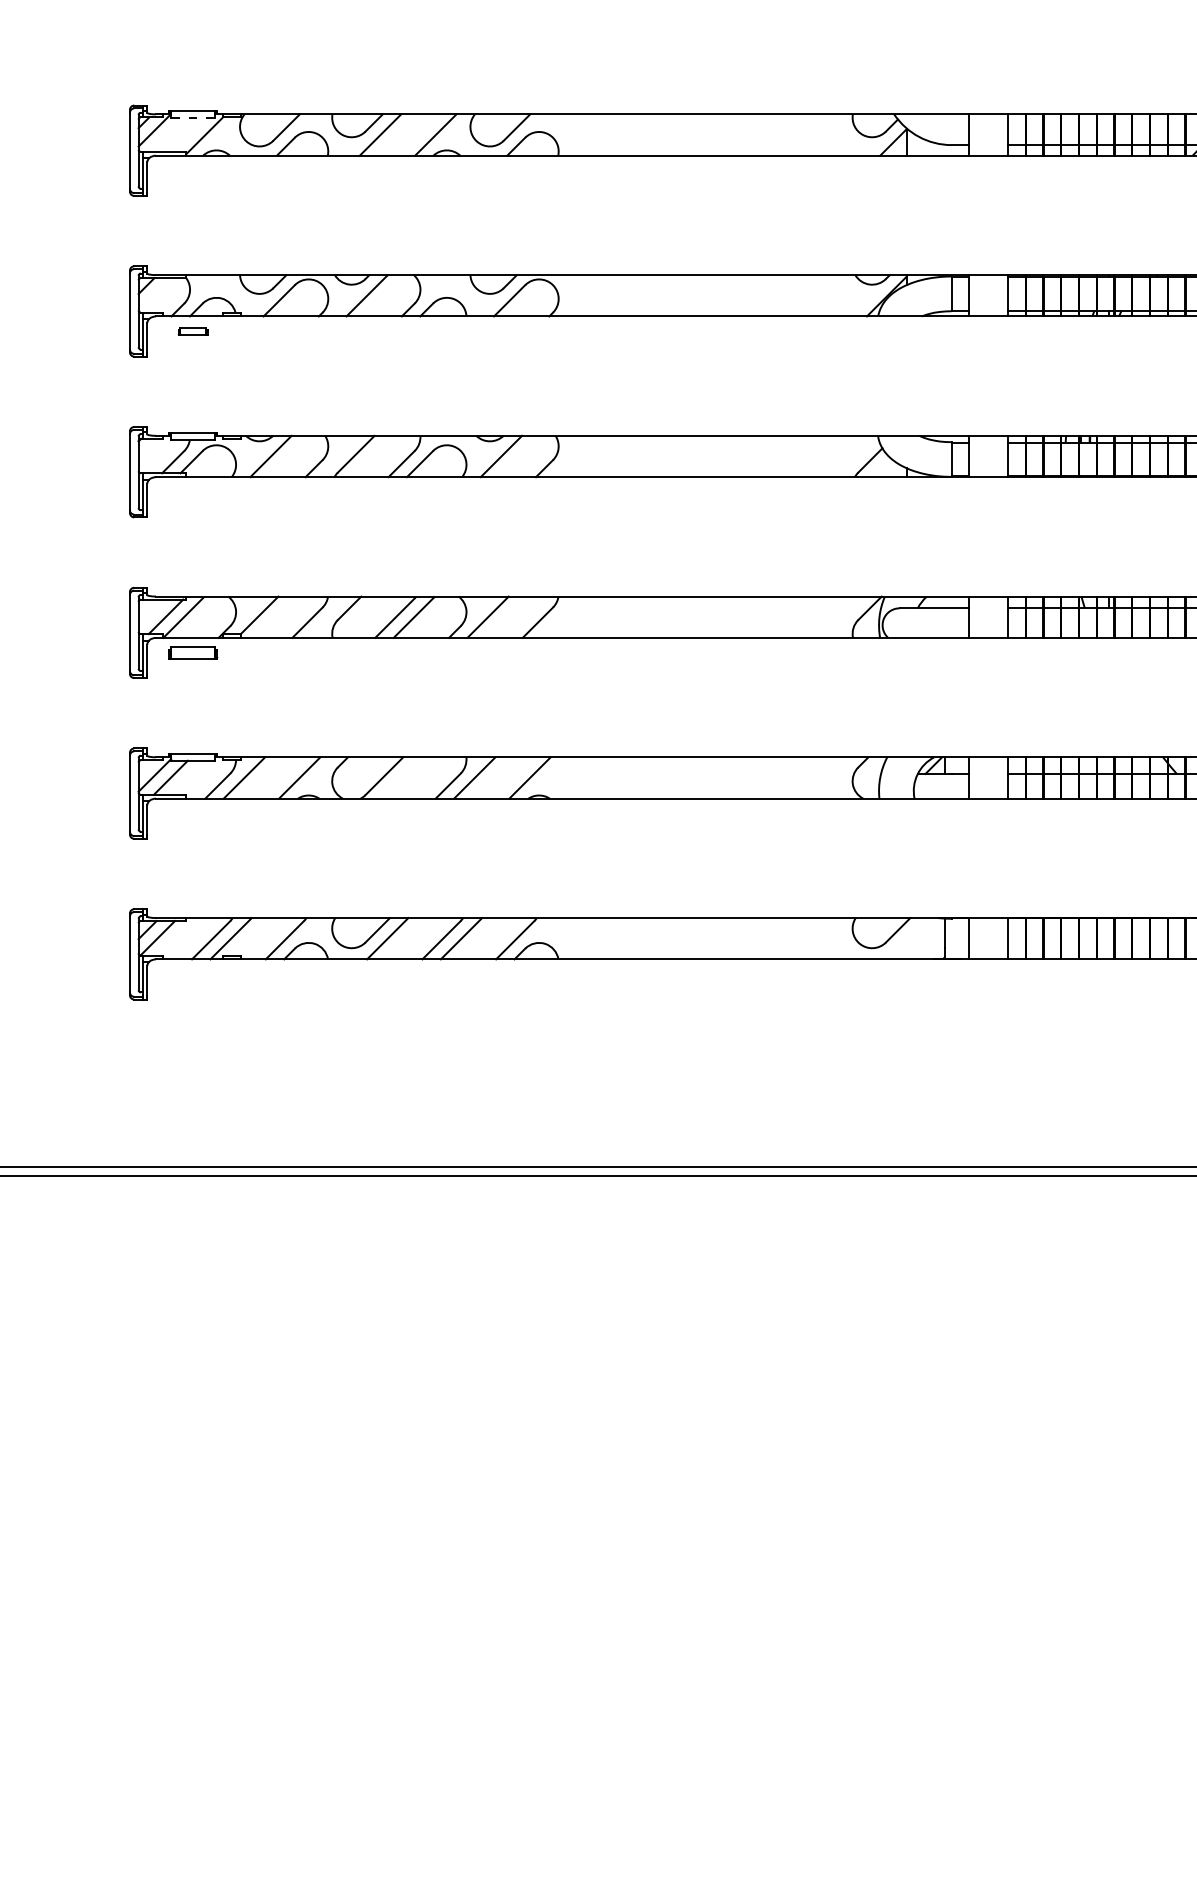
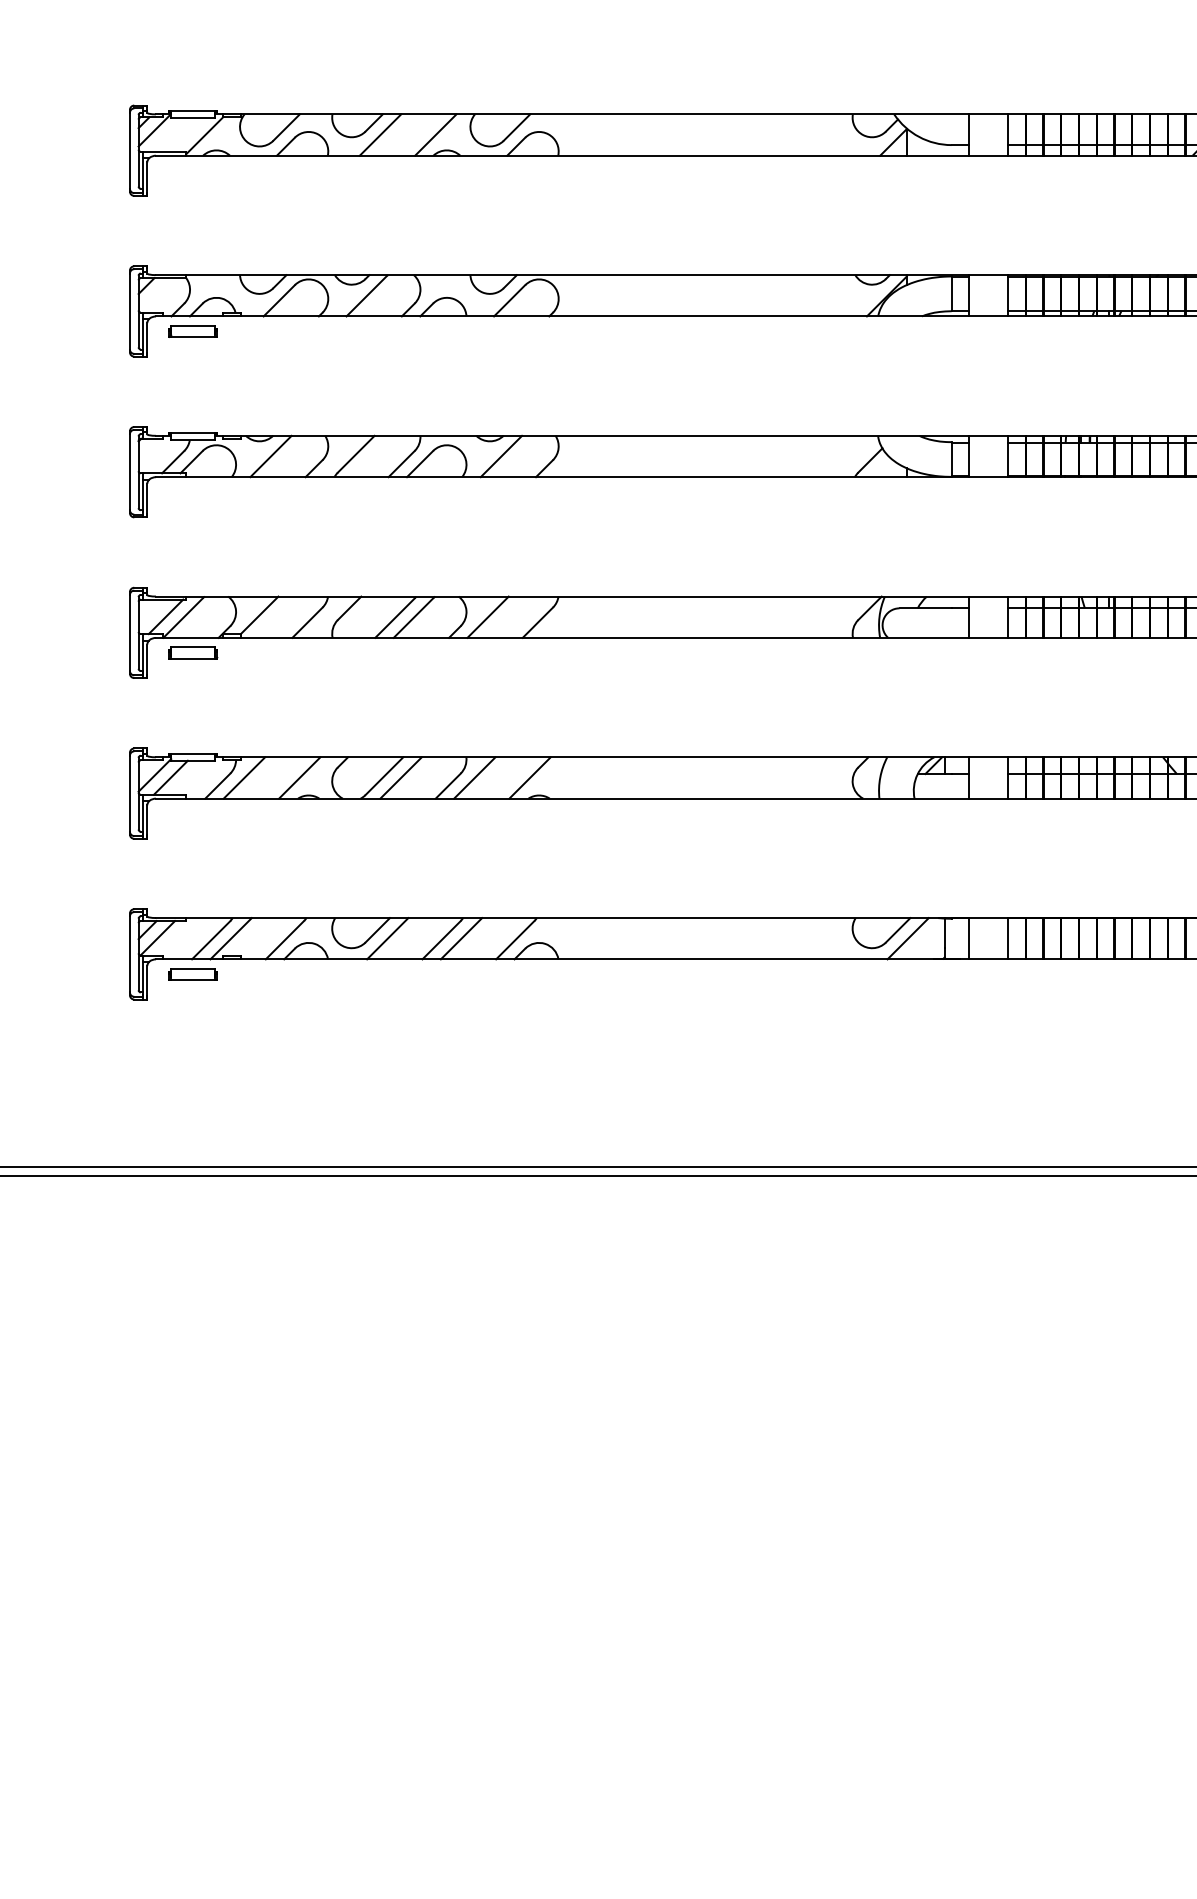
line at (192, 117): dashed -> solid
part at (192, 331) size: 32x9 px -> 50x13 px
line at (400, 777): none -> present
line at (907, 938): none -> present
part at (192, 974): none -> present
